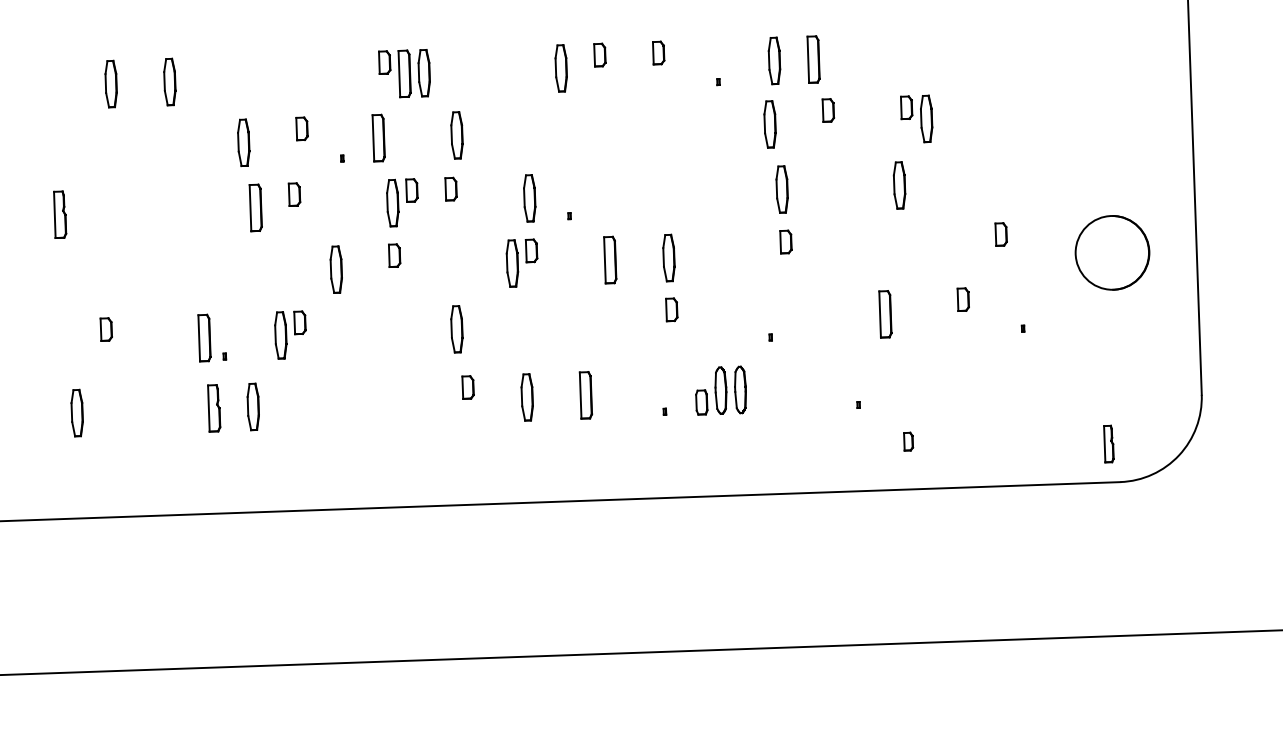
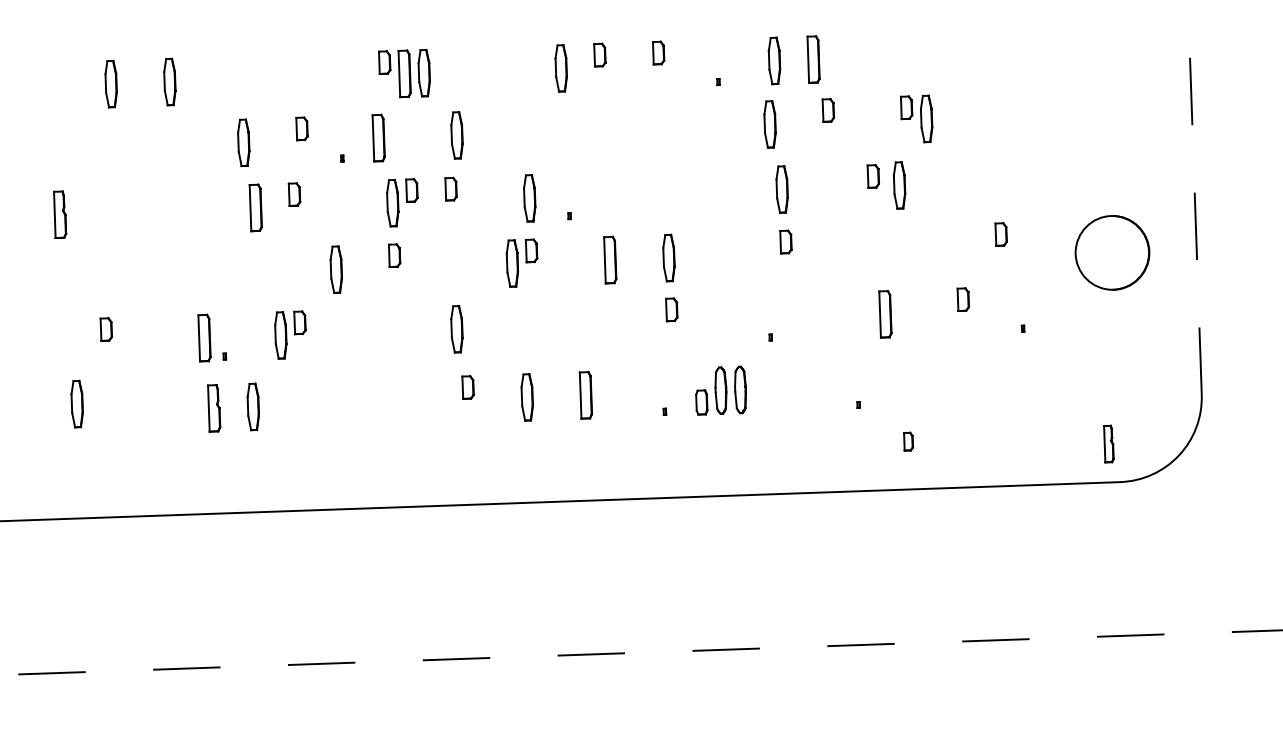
part at (873, 176): none -> present
line at (1194, 197): solid -> dashed
part at (76, 412) position: (76, 412) -> (76, 403)
line at (640, 652): solid -> dashed
